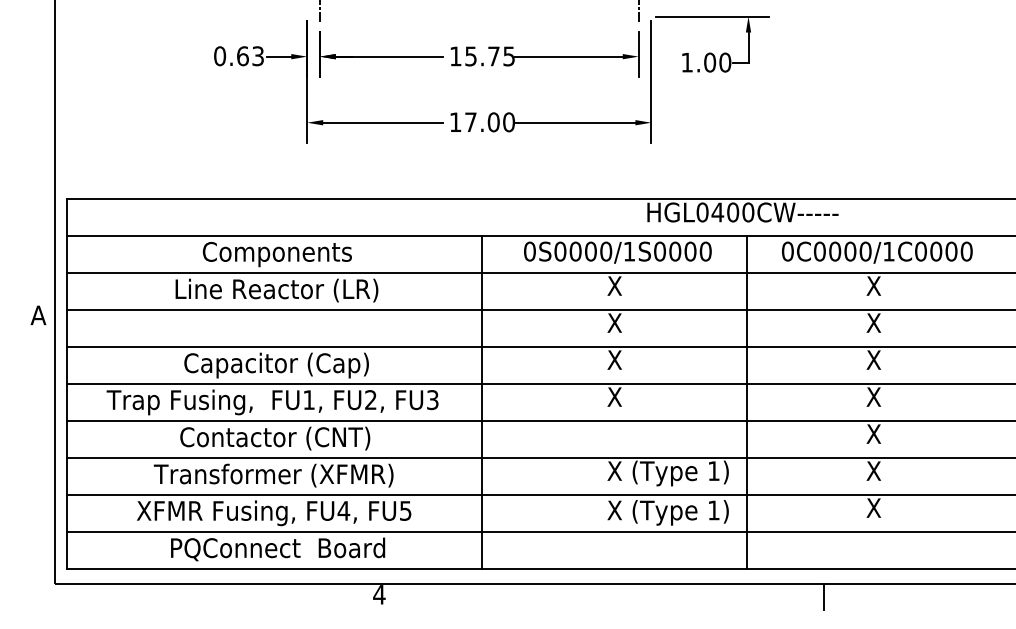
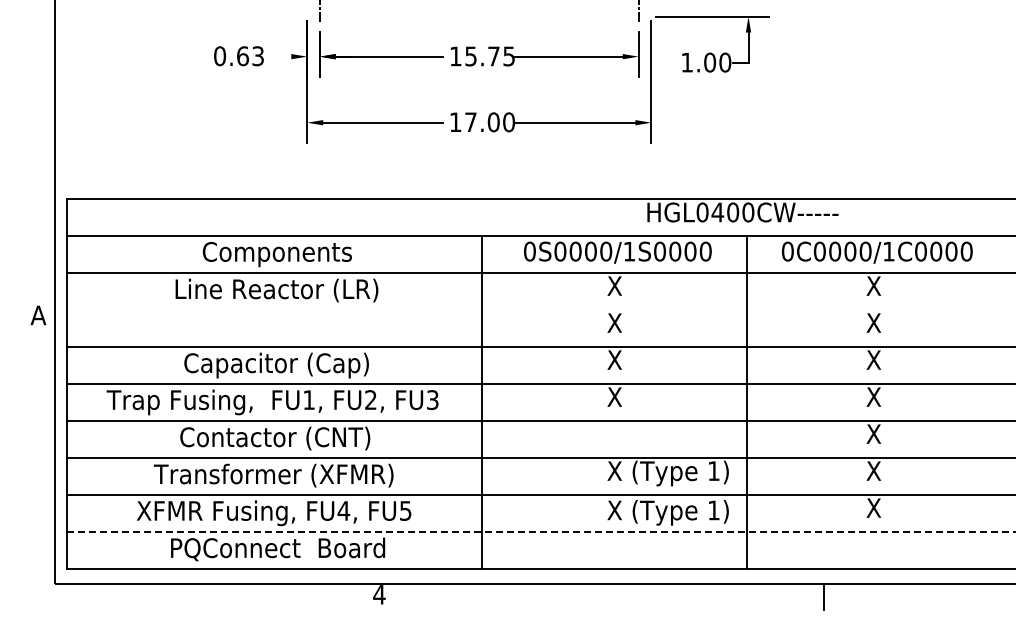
line at (278, 56): present -> none
line at (539, 310): present -> none
line at (541, 532): solid -> dashed
